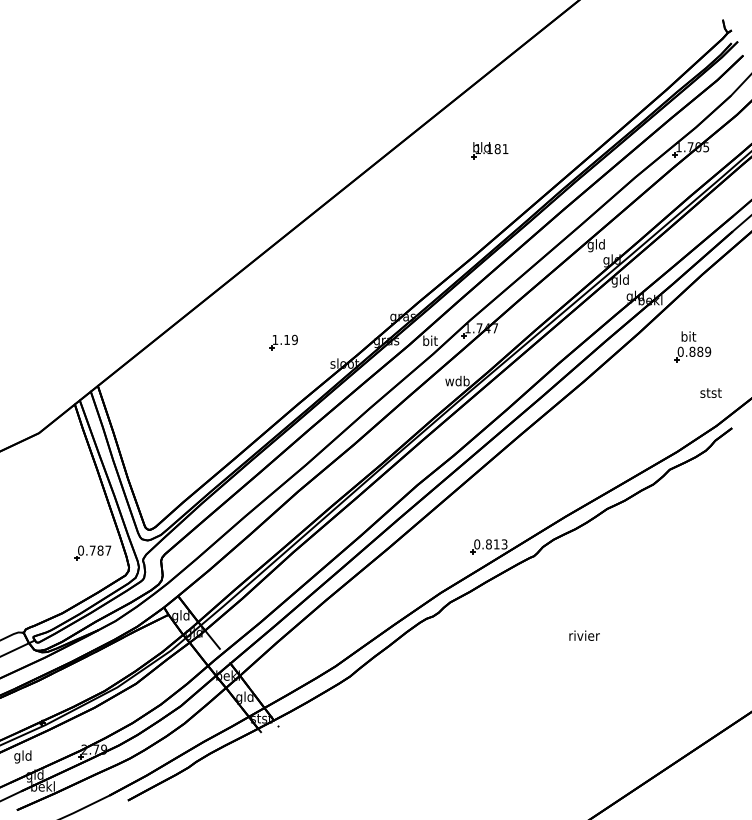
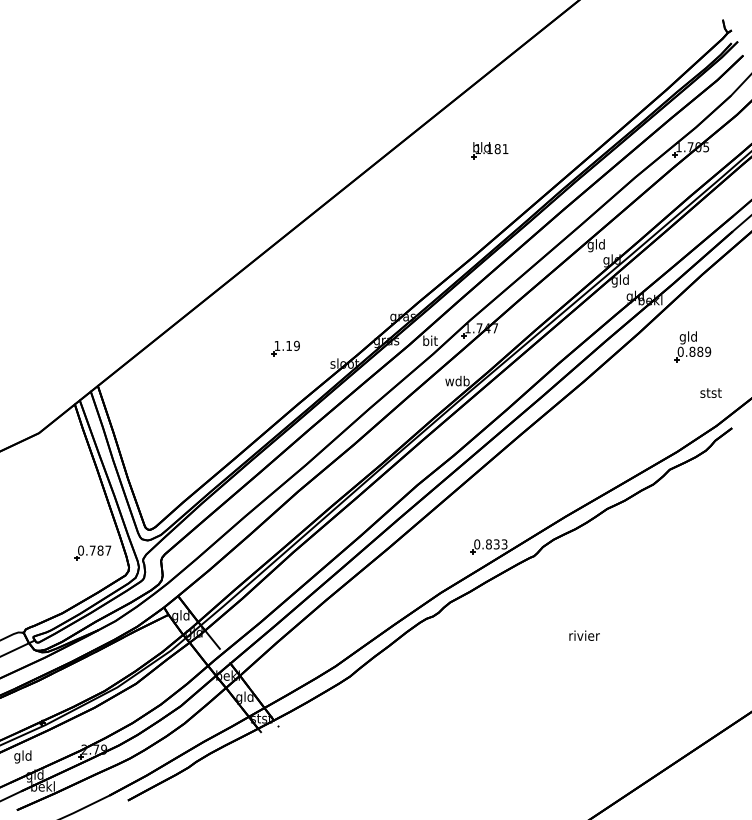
text at (687, 337): bit -> gld
part at (283, 342) position: (283, 342) -> (285, 348)
text at (496, 544): 0.813 -> 0.833
